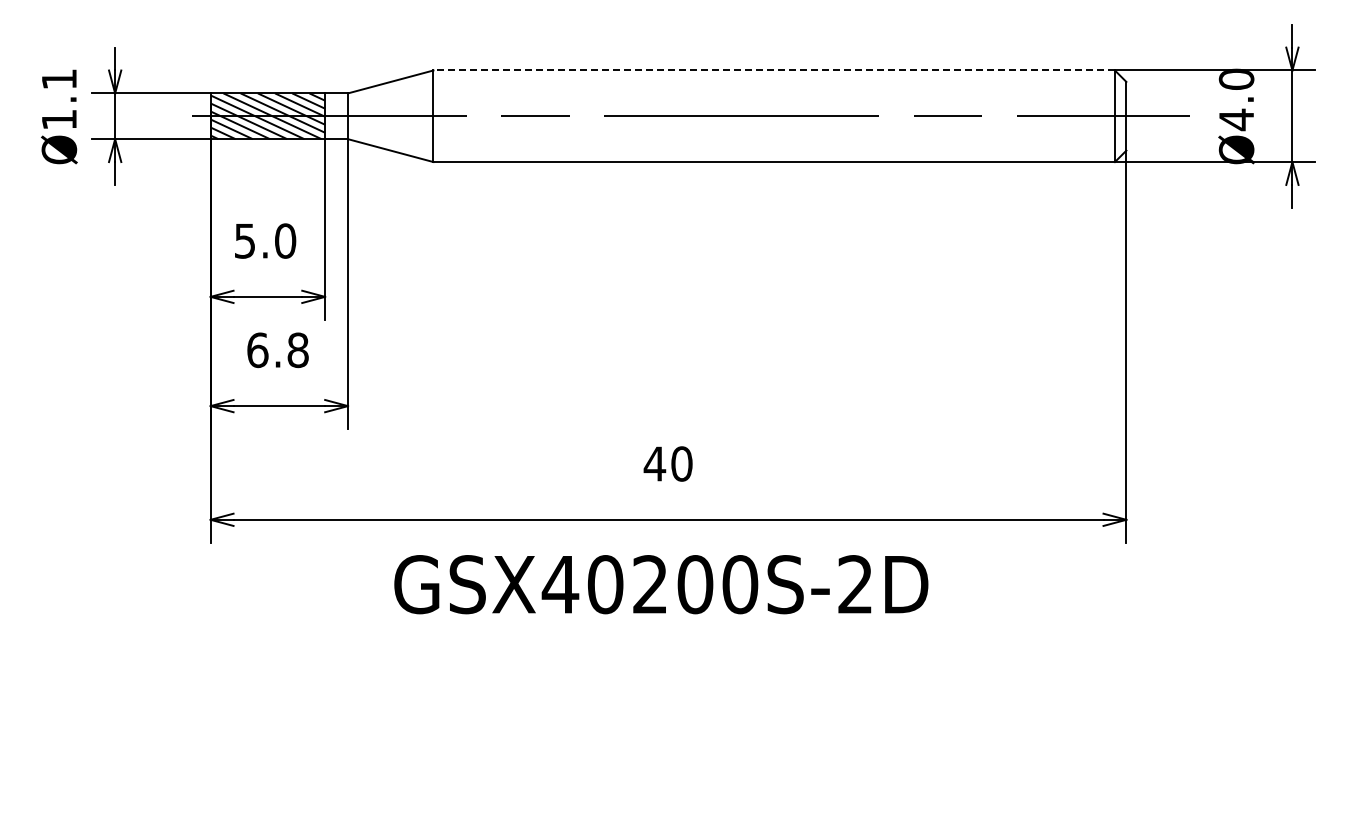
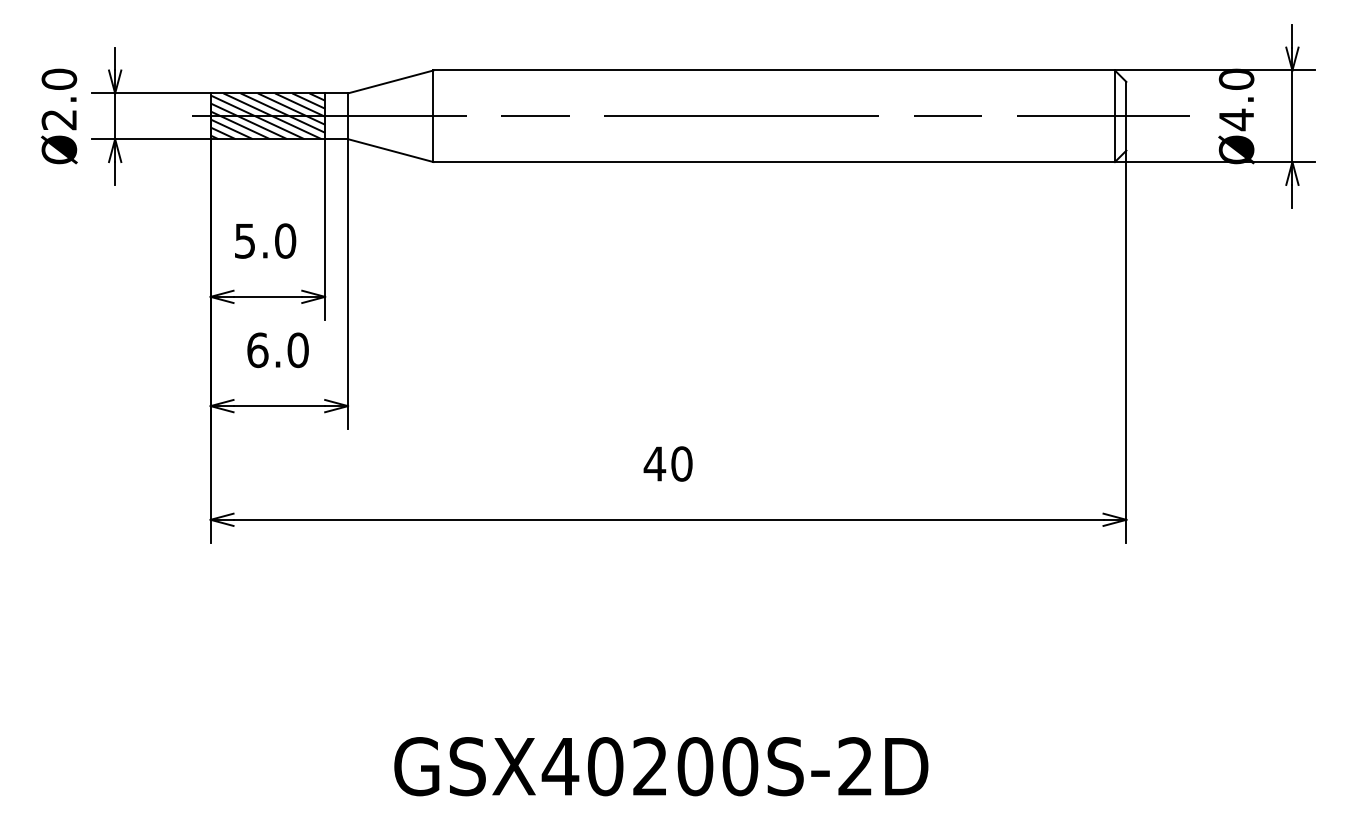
line at (774, 70): dashed -> solid
text at (59, 99): Ø1.1 -> Ø2.0
text at (297, 349): 6.8 -> 6.0
text at (661, 584) position: (661, 584) -> (661, 766)
